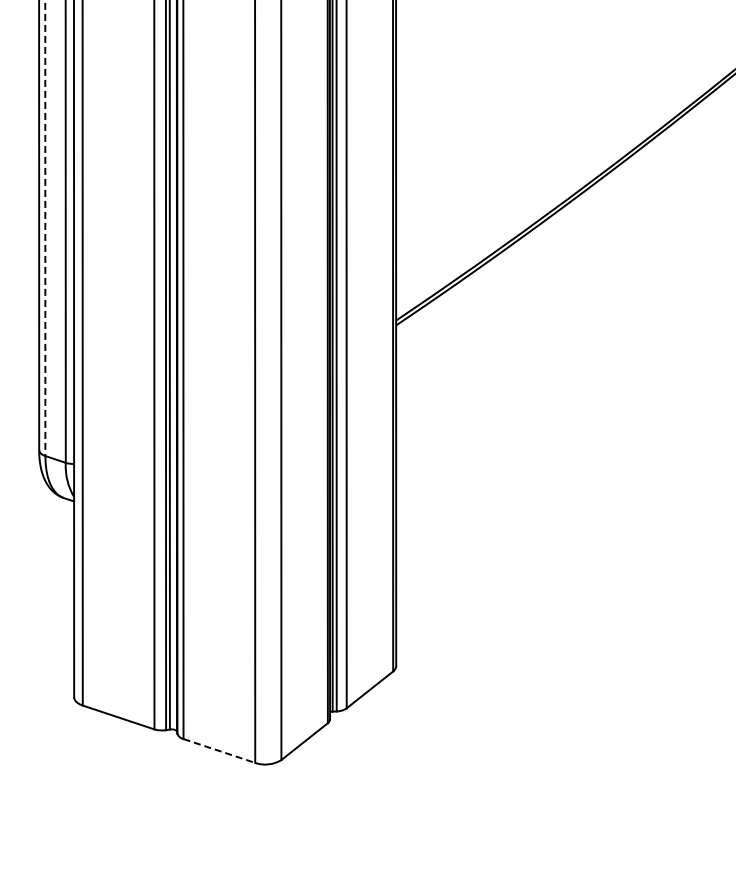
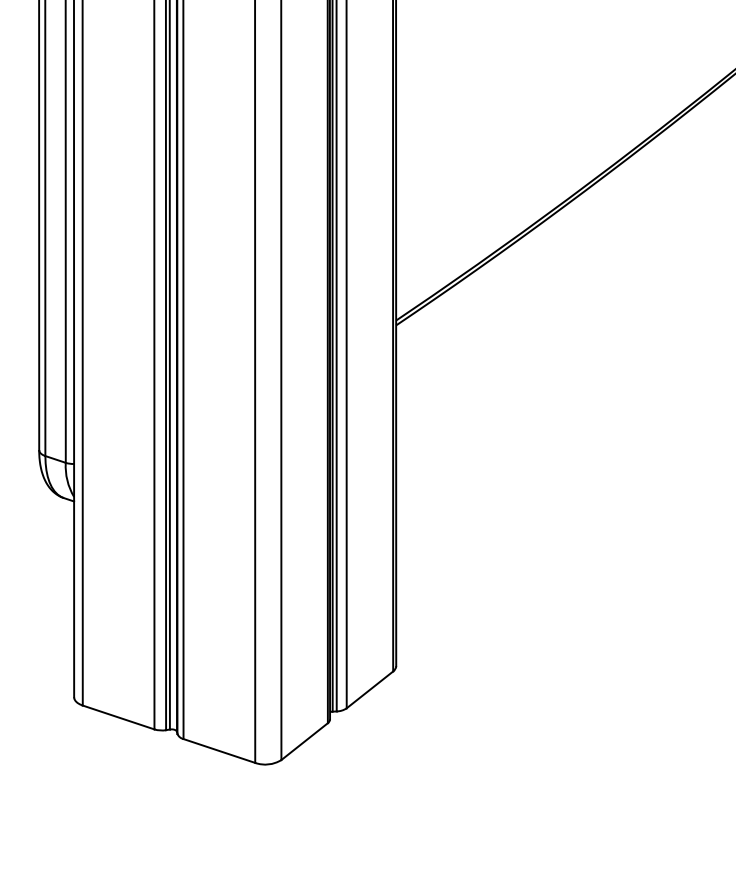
line at (45, 228): dashed -> solid
line at (219, 750): dashed -> solid
